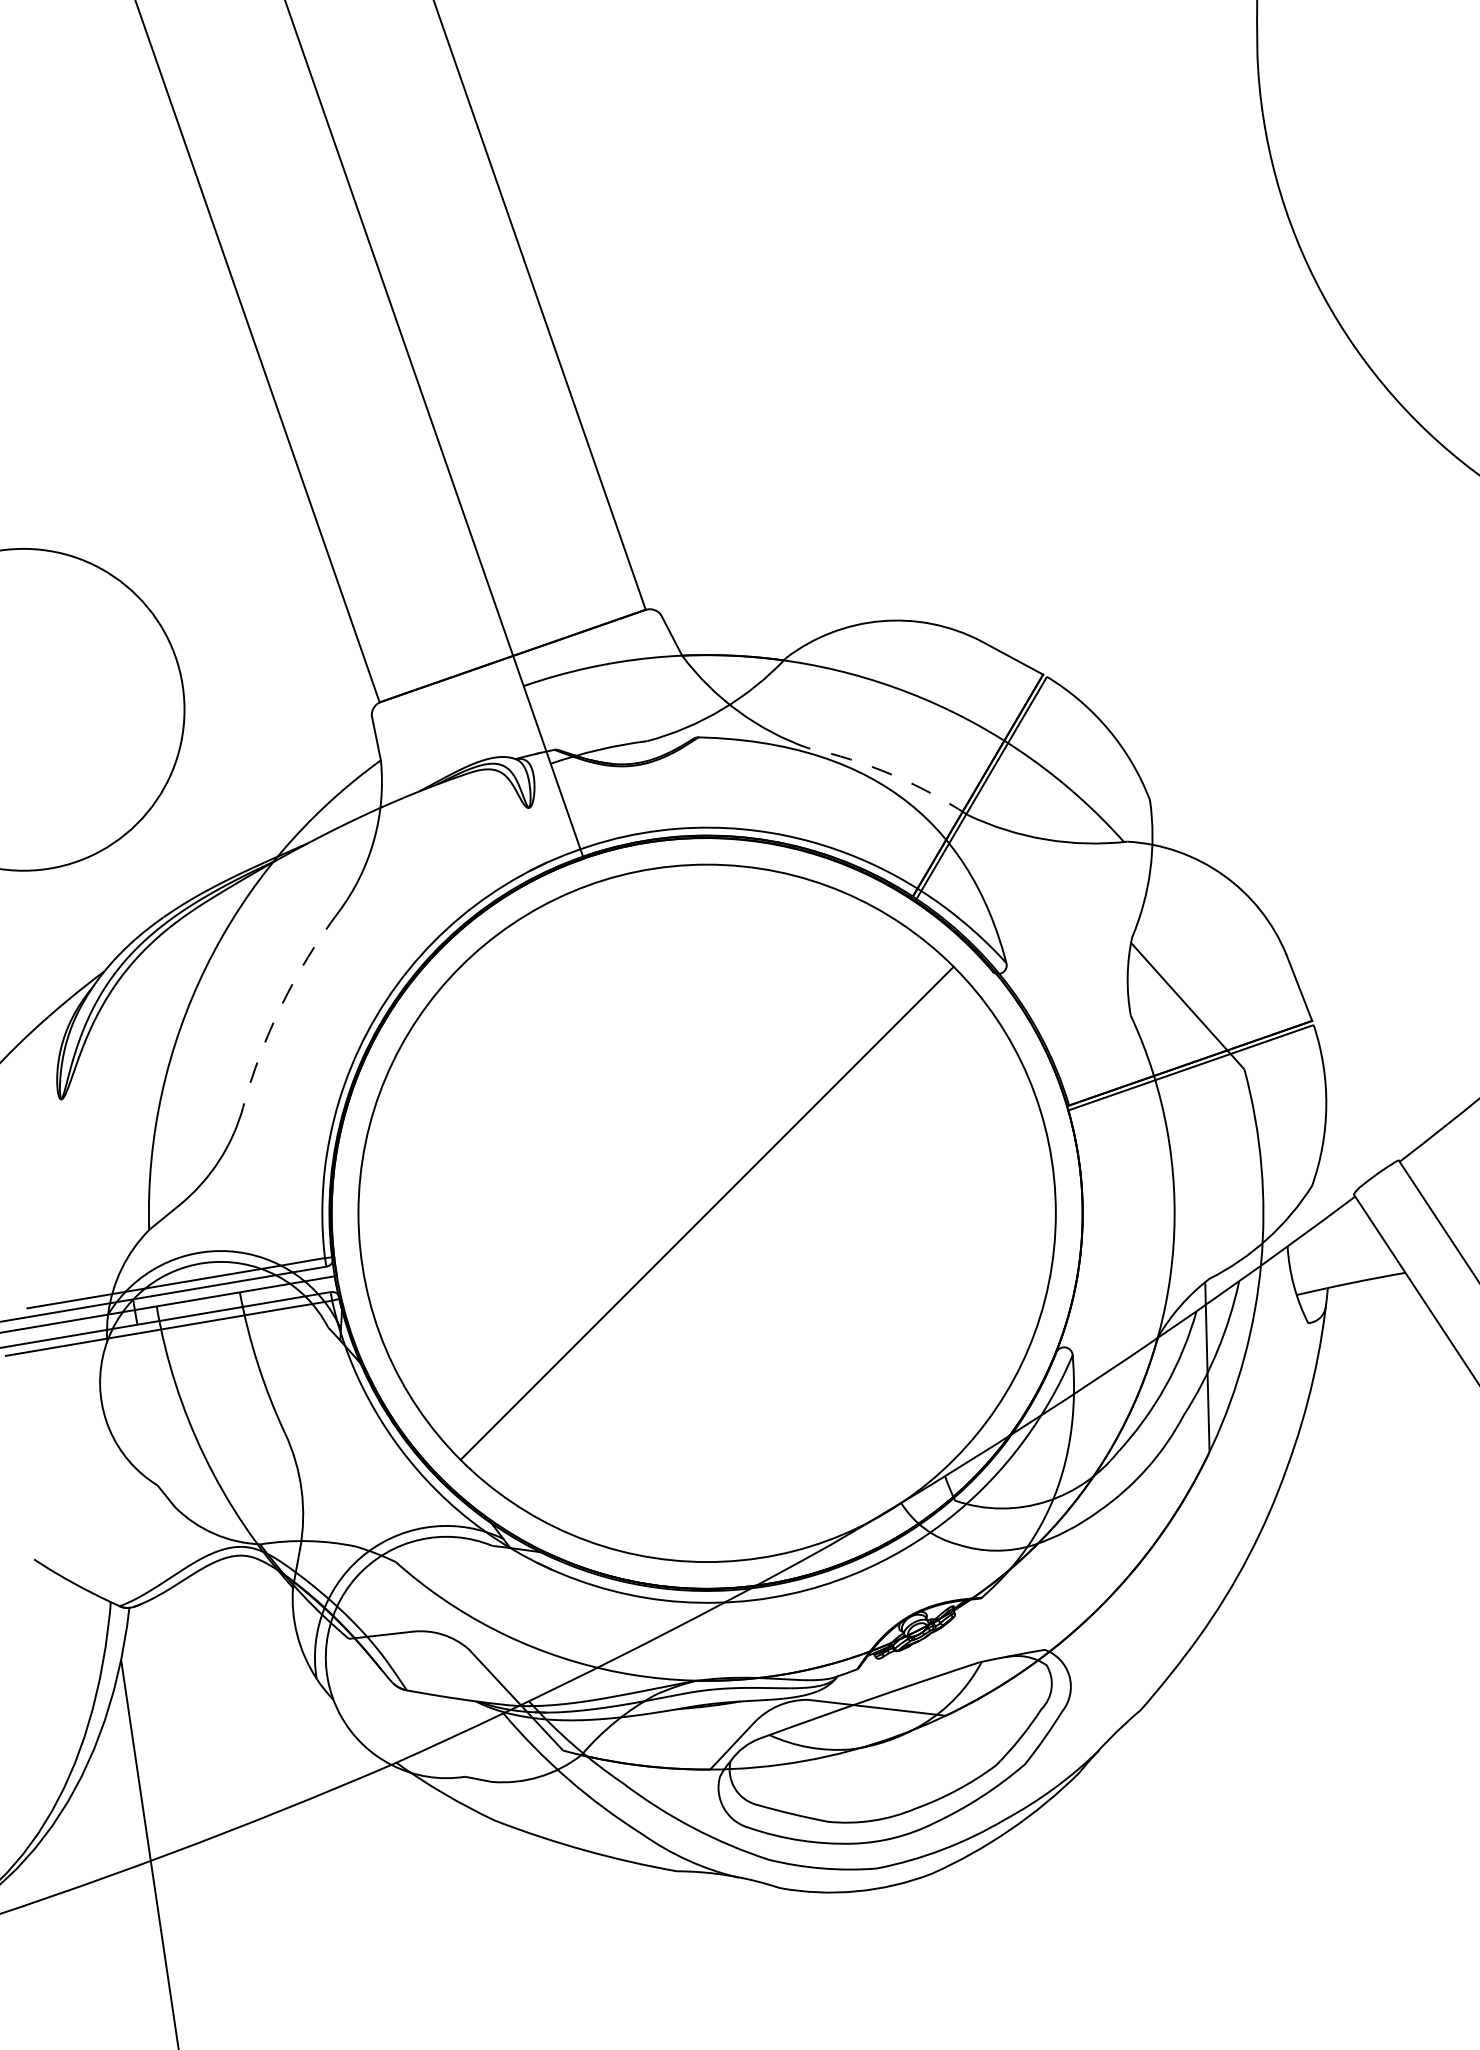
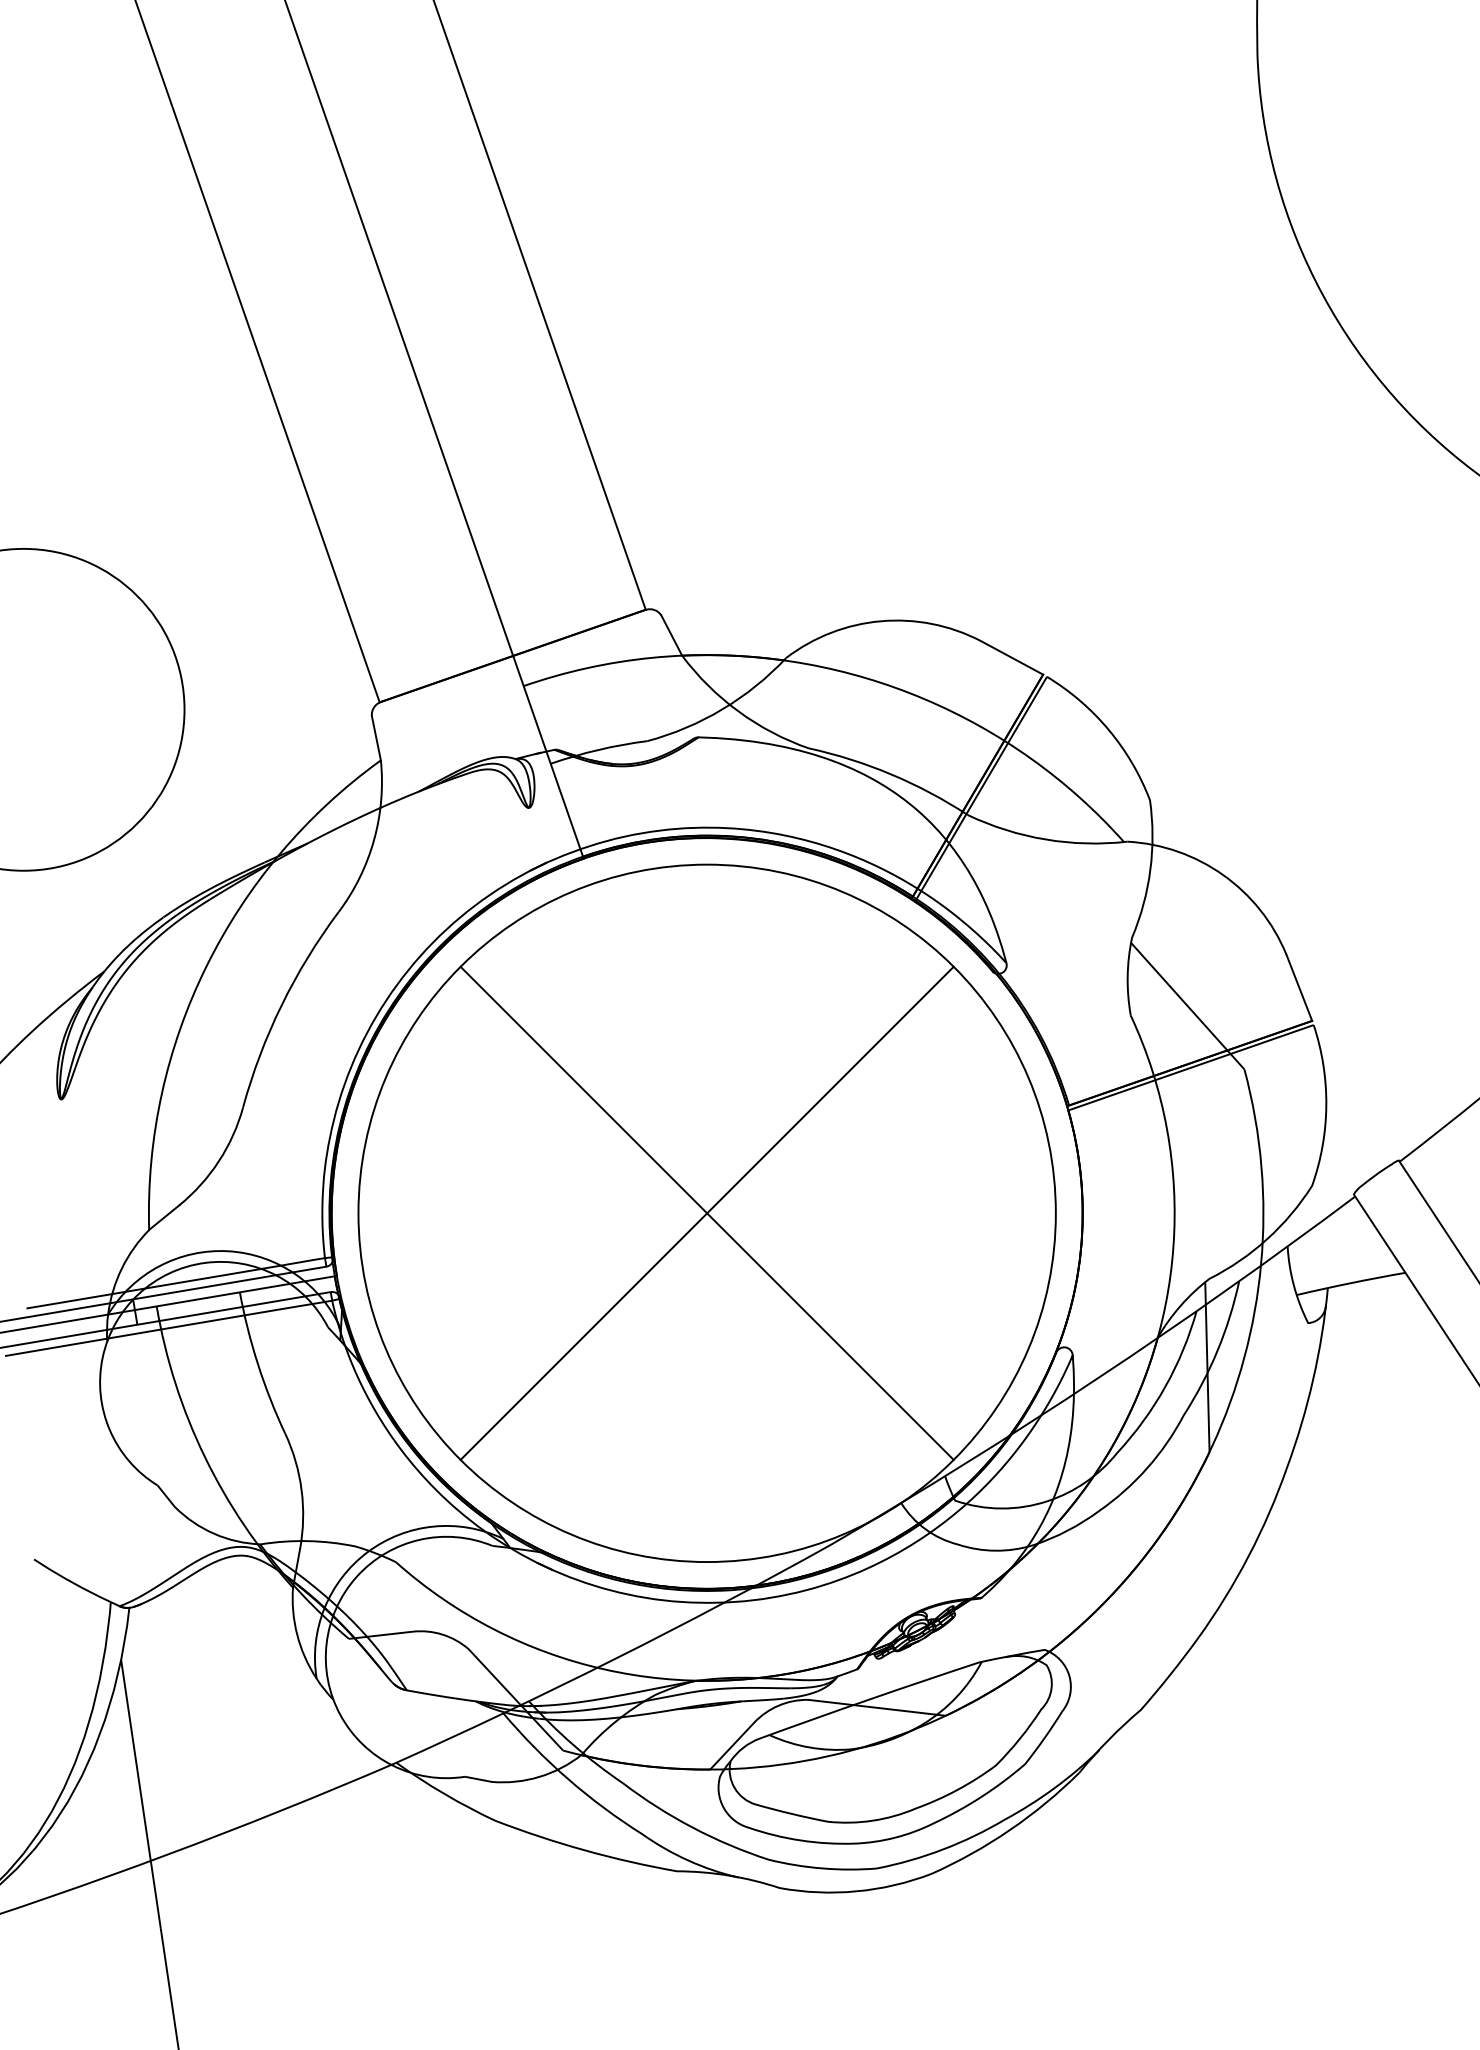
arc at (891, 774): dashed -> solid
arc at (281, 1005): dashed -> solid
line at (706, 1212): none -> present
